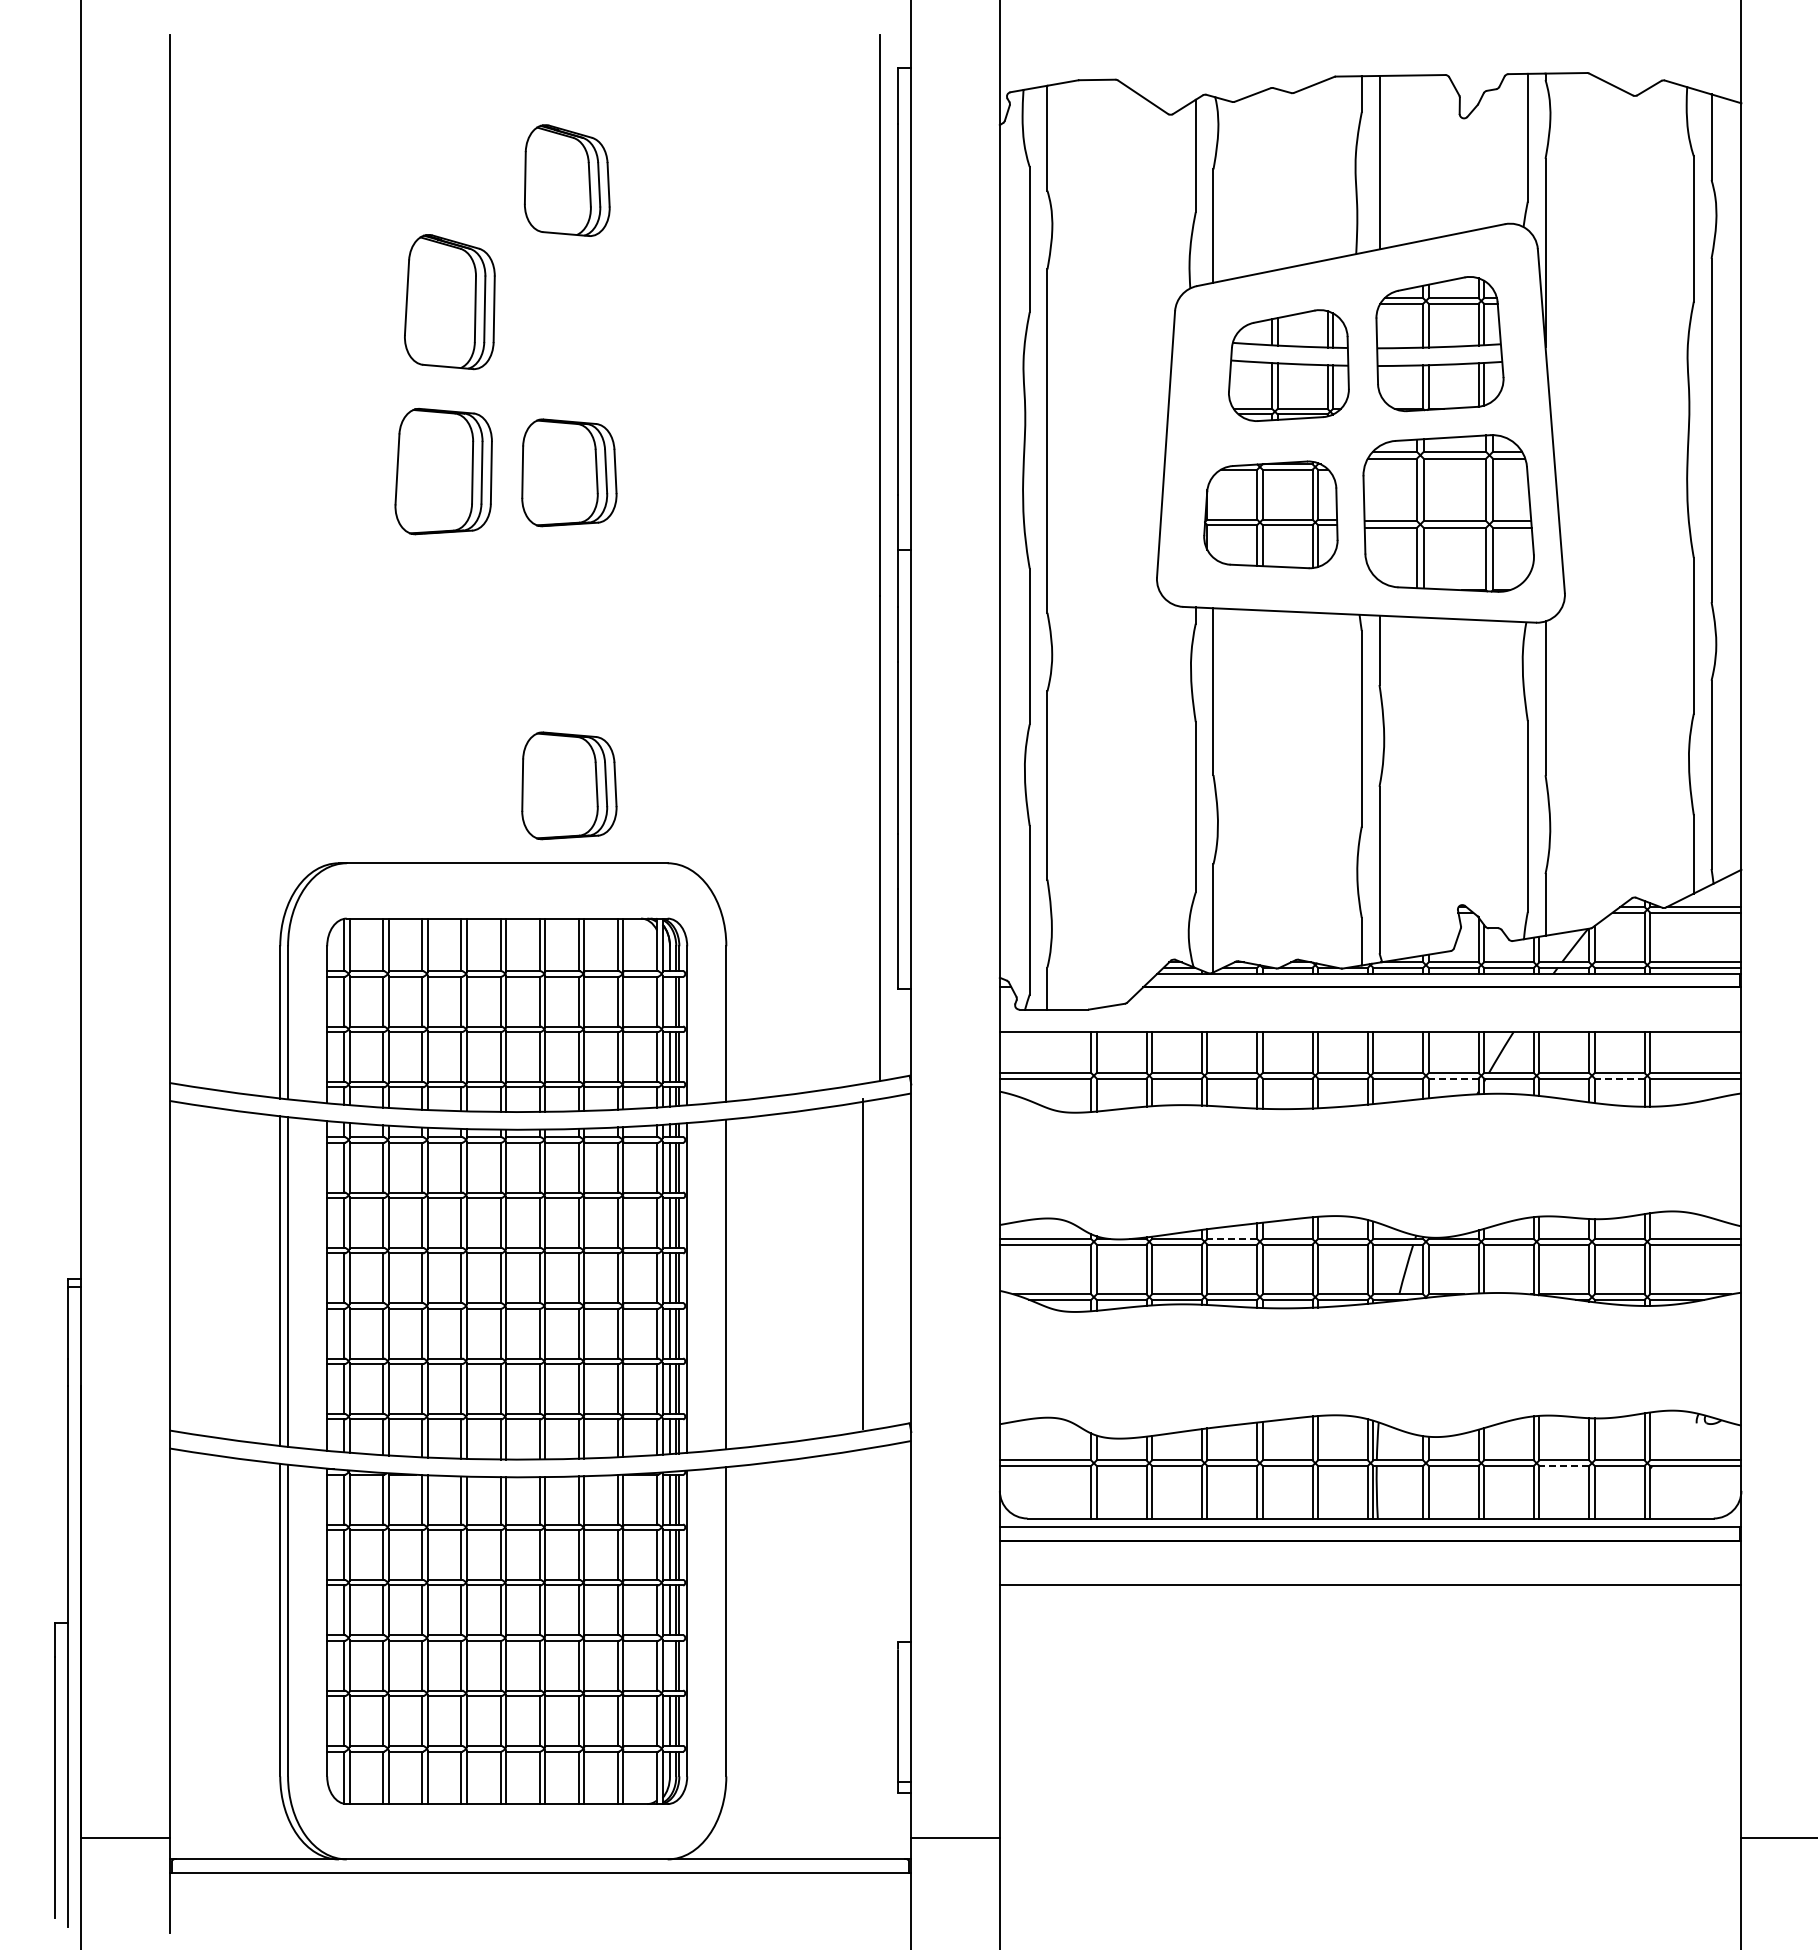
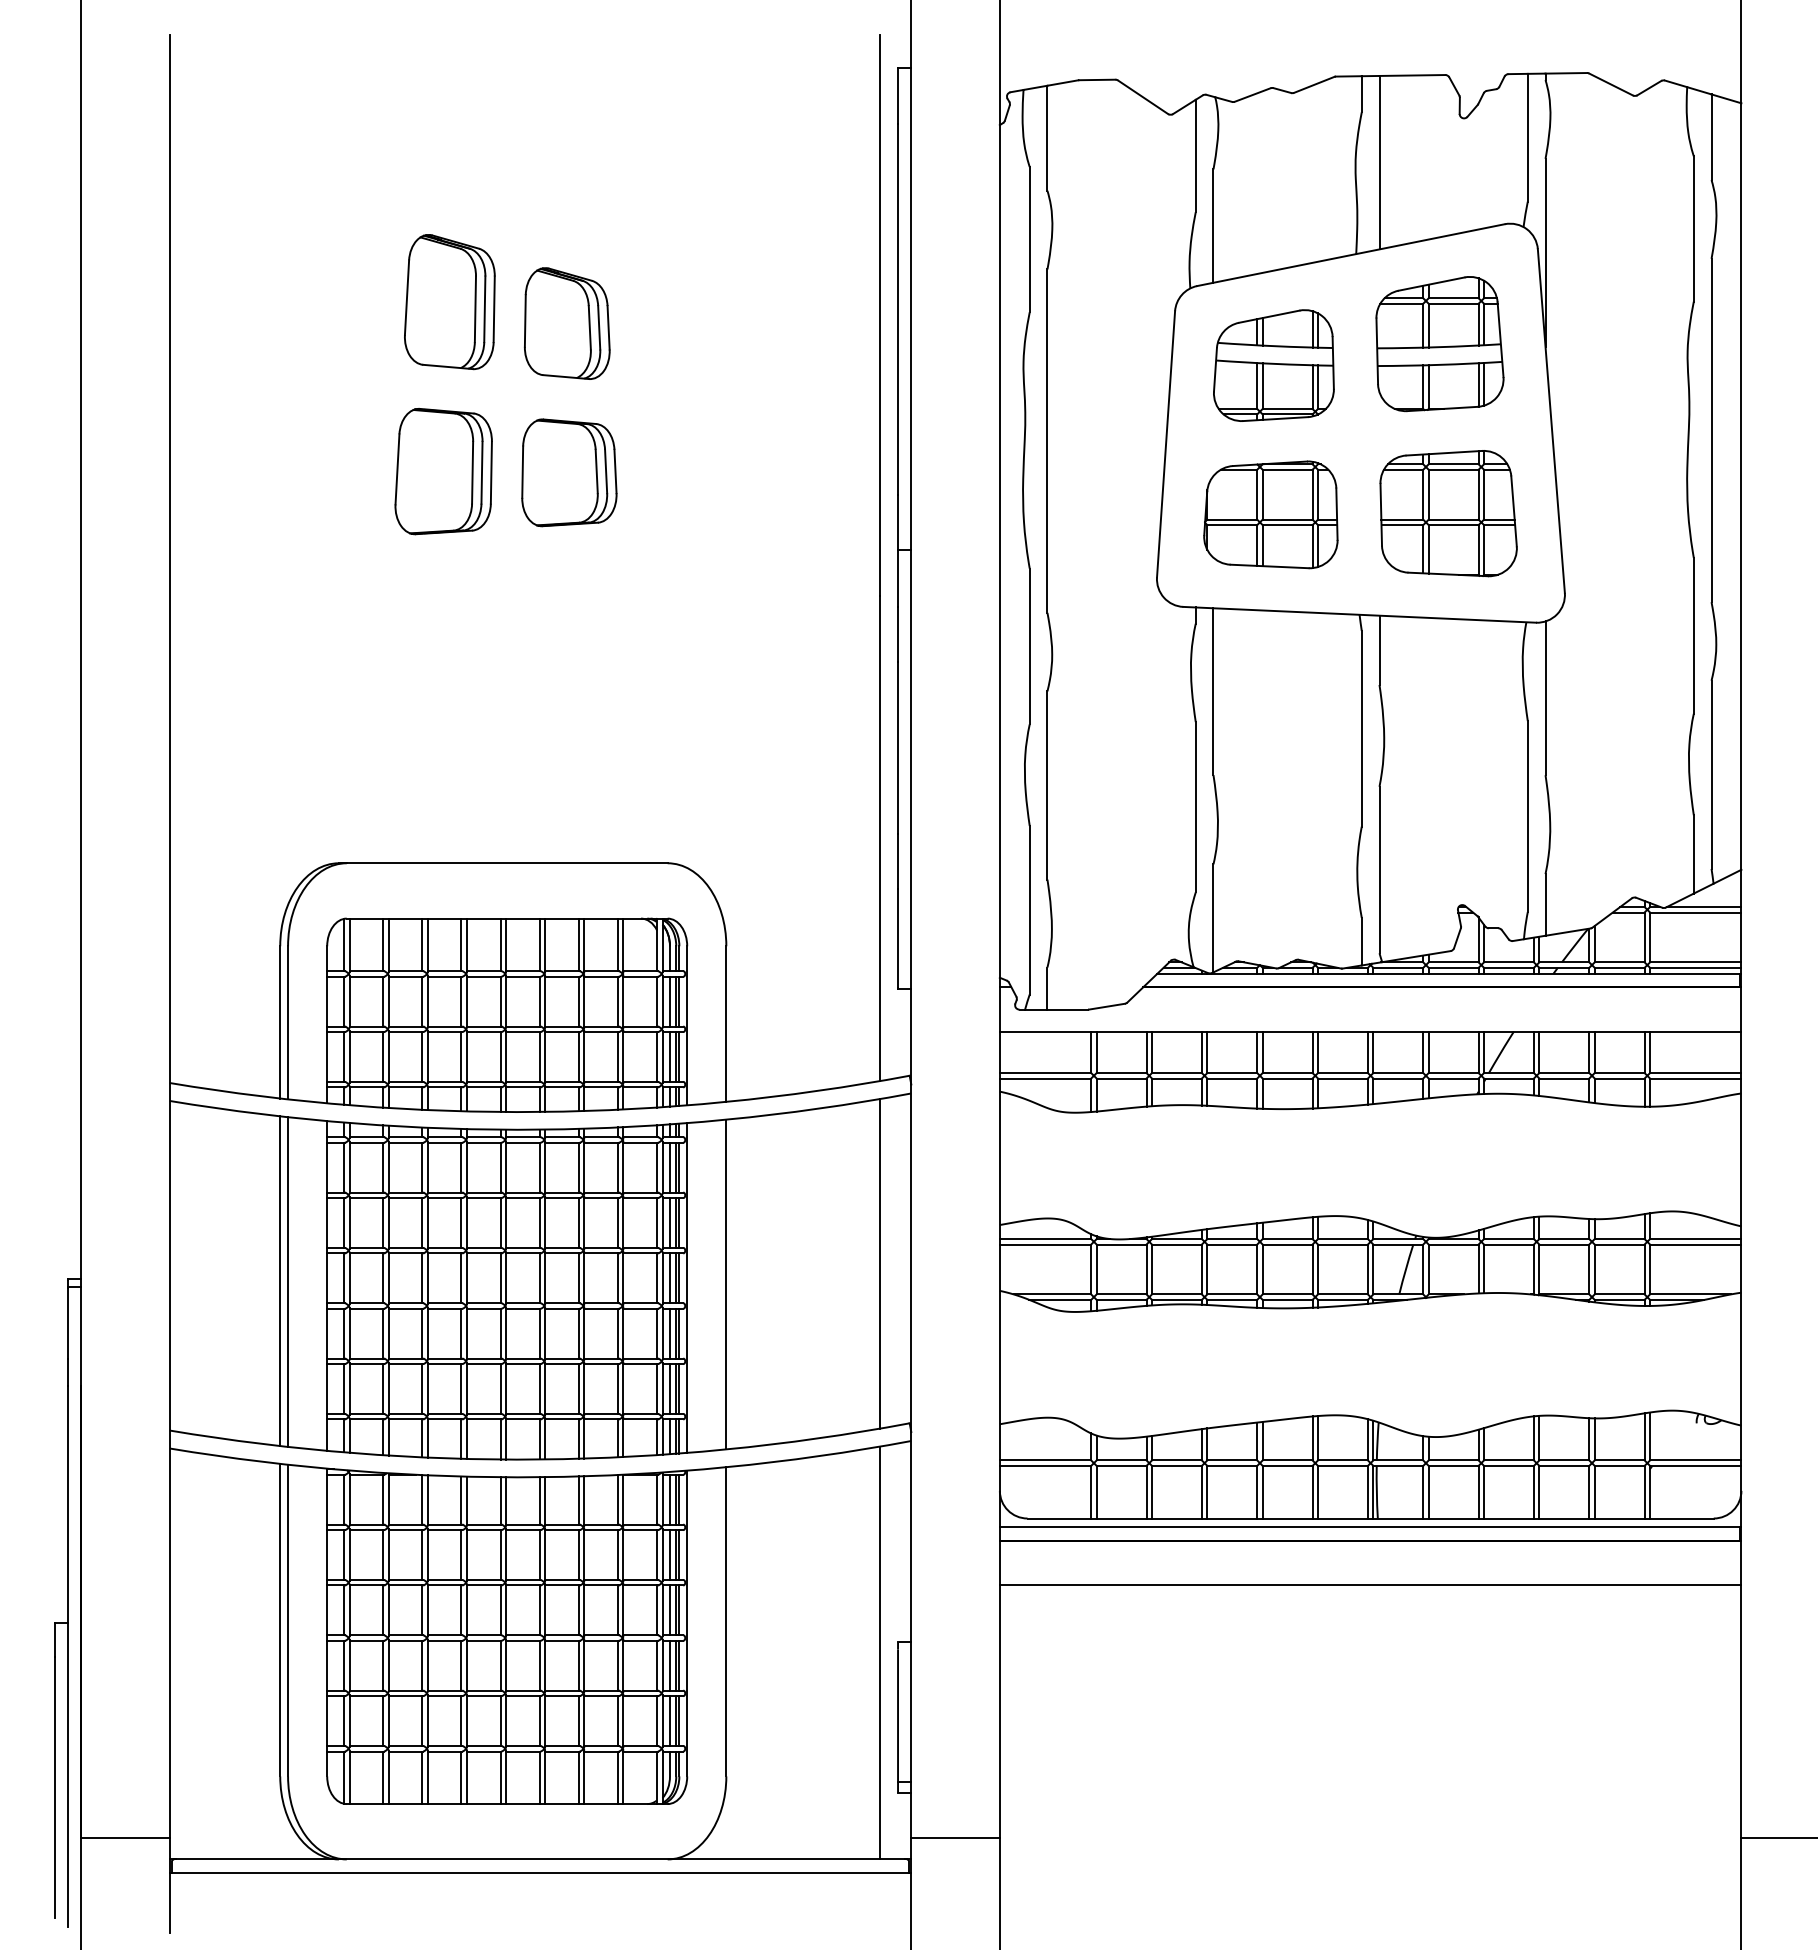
part at (566, 180) position: (566, 180) -> (566, 323)
part at (1288, 365) position: (1288, 365) -> (1273, 365)
part at (1448, 513) size: 173x159 px -> 139x128 px
part at (569, 785): present -> none
line at (670, 1001): none -> present
line at (1453, 1078): dashed -> solid
line at (1619, 1078): dashed -> solid
line at (1232, 1239): dashed -> solid
line at (862, 1263) position: (862, 1263) -> (879, 1263)
line at (1564, 1465): dashed -> solid
line at (879, 1652): none -> present
line at (670, 1665): none -> present
